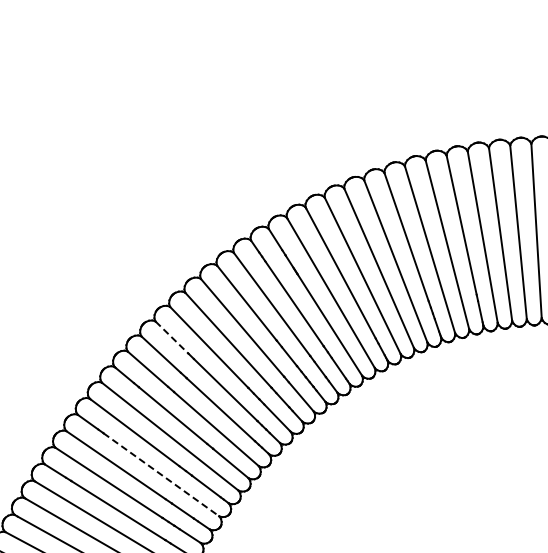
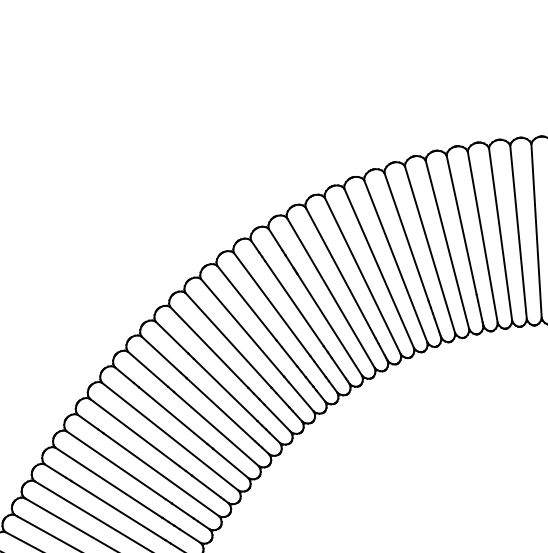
line at (172, 337): dashed -> solid
line at (161, 475): dashed -> solid
